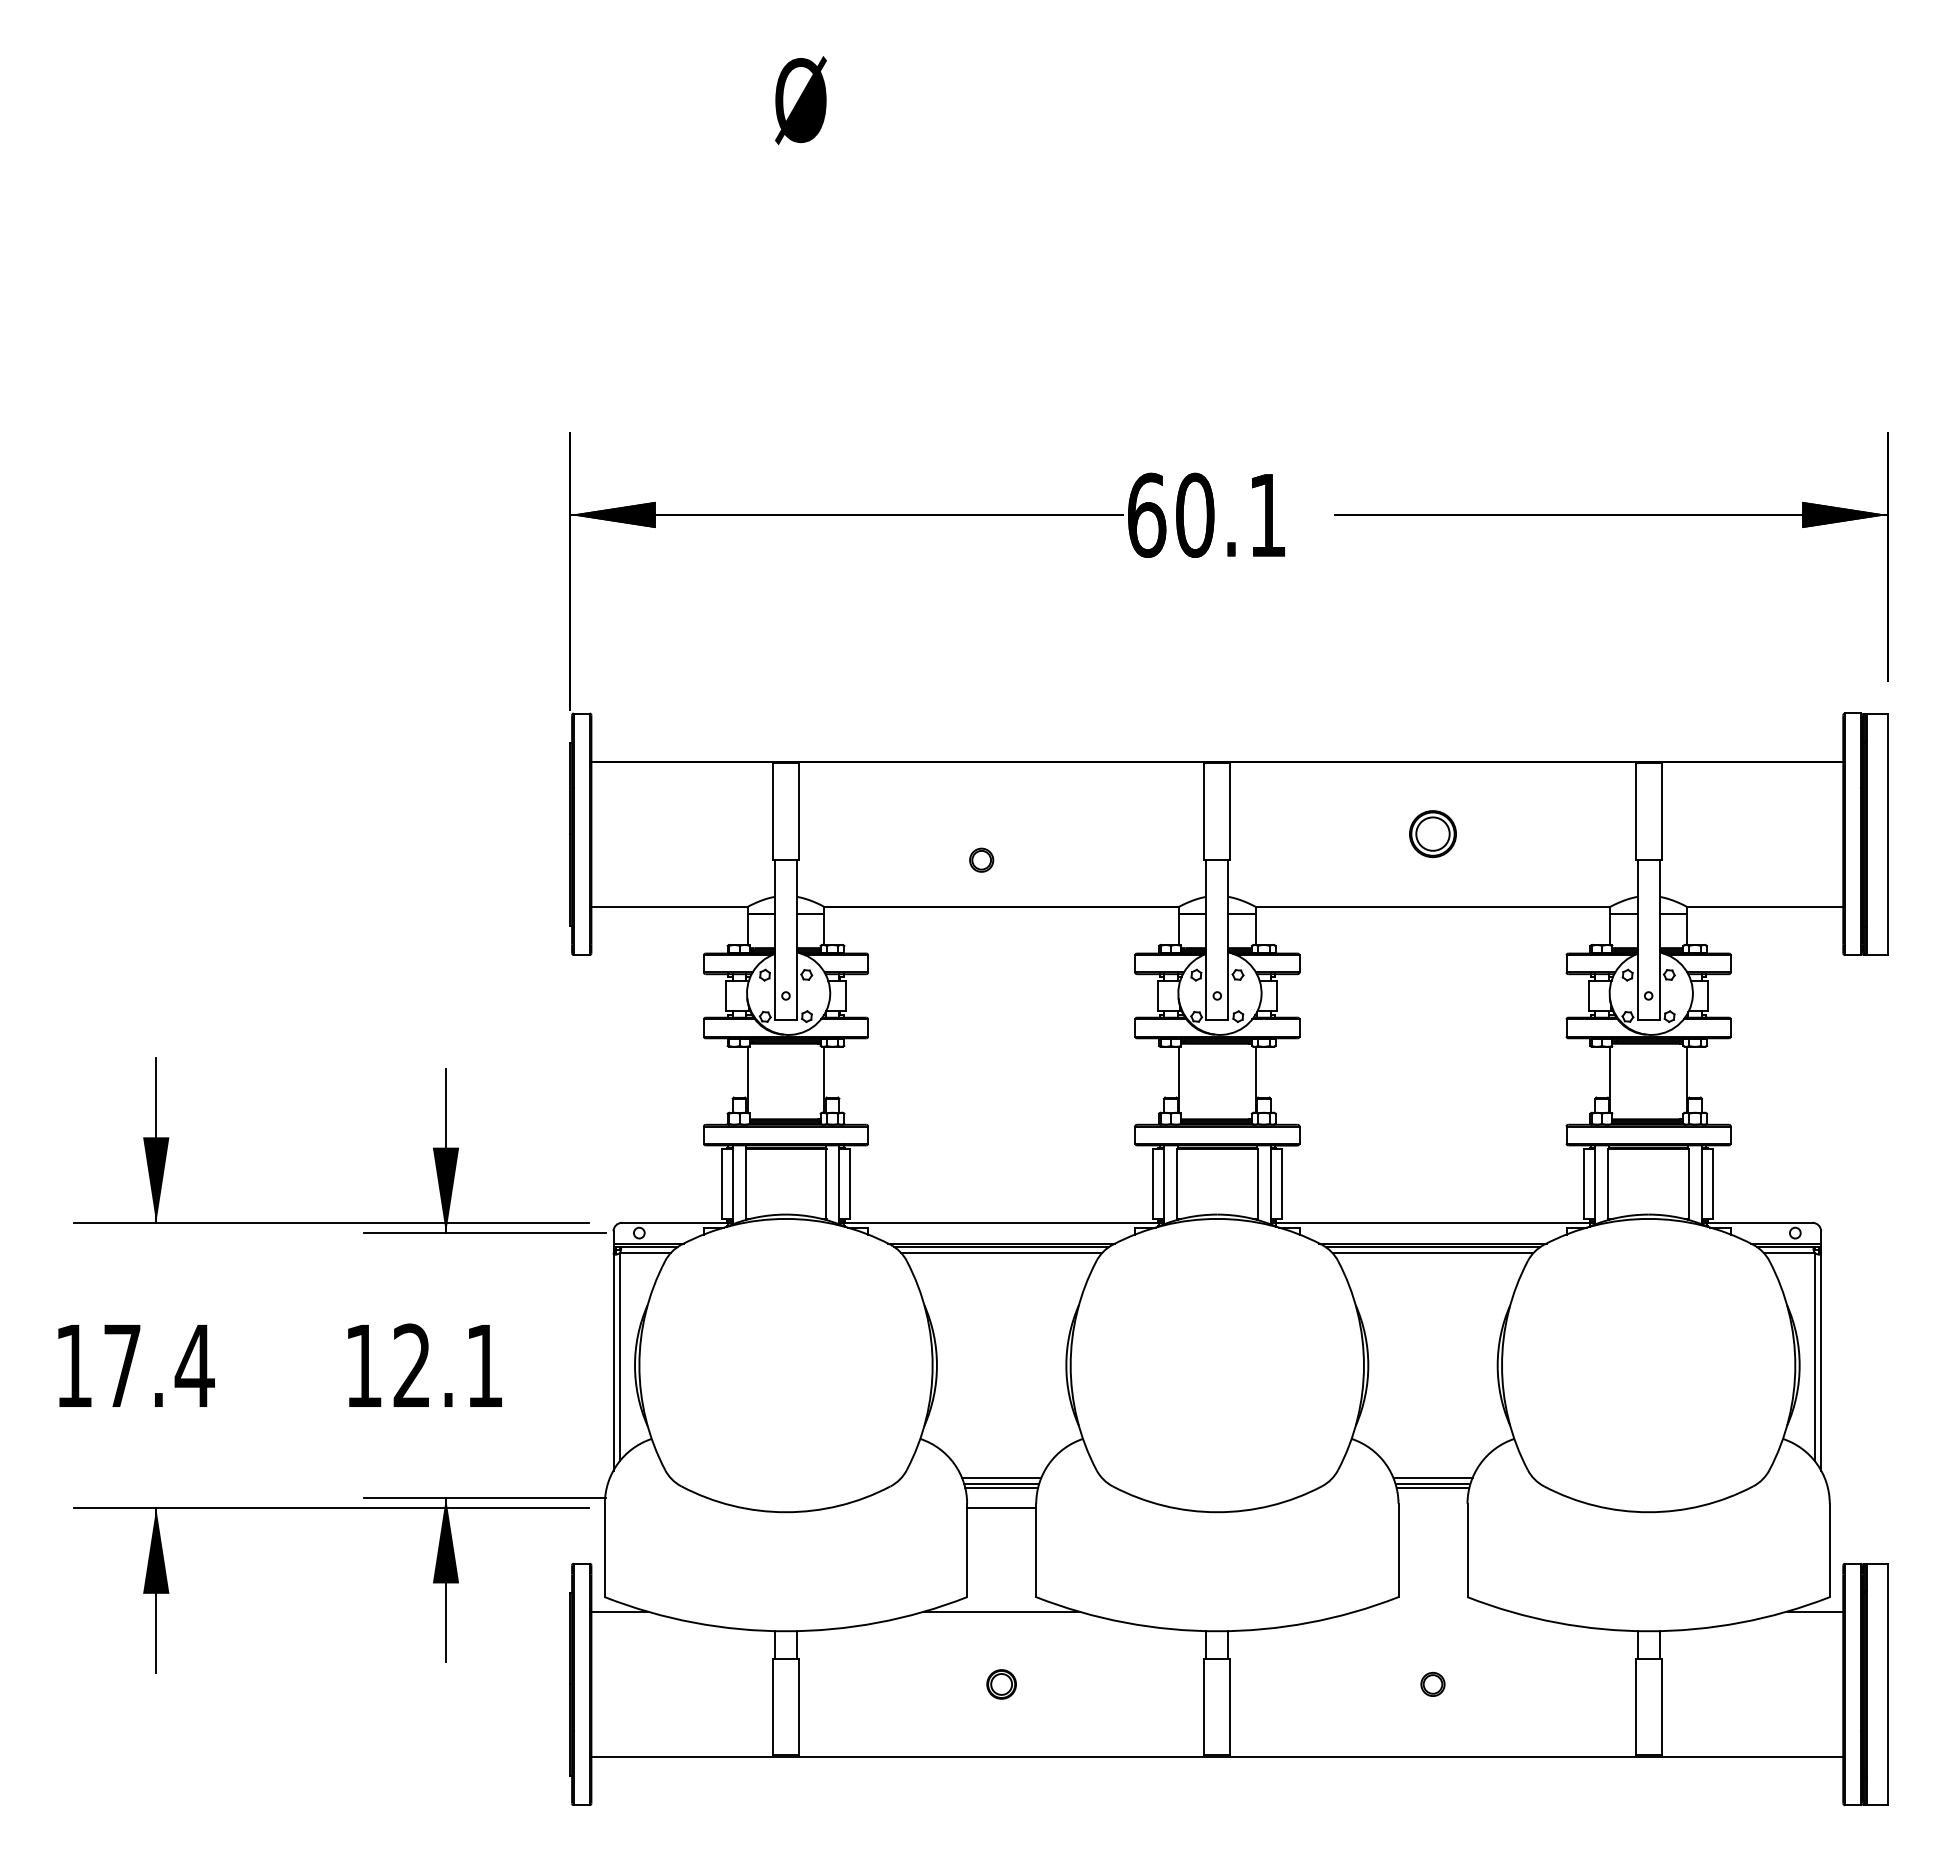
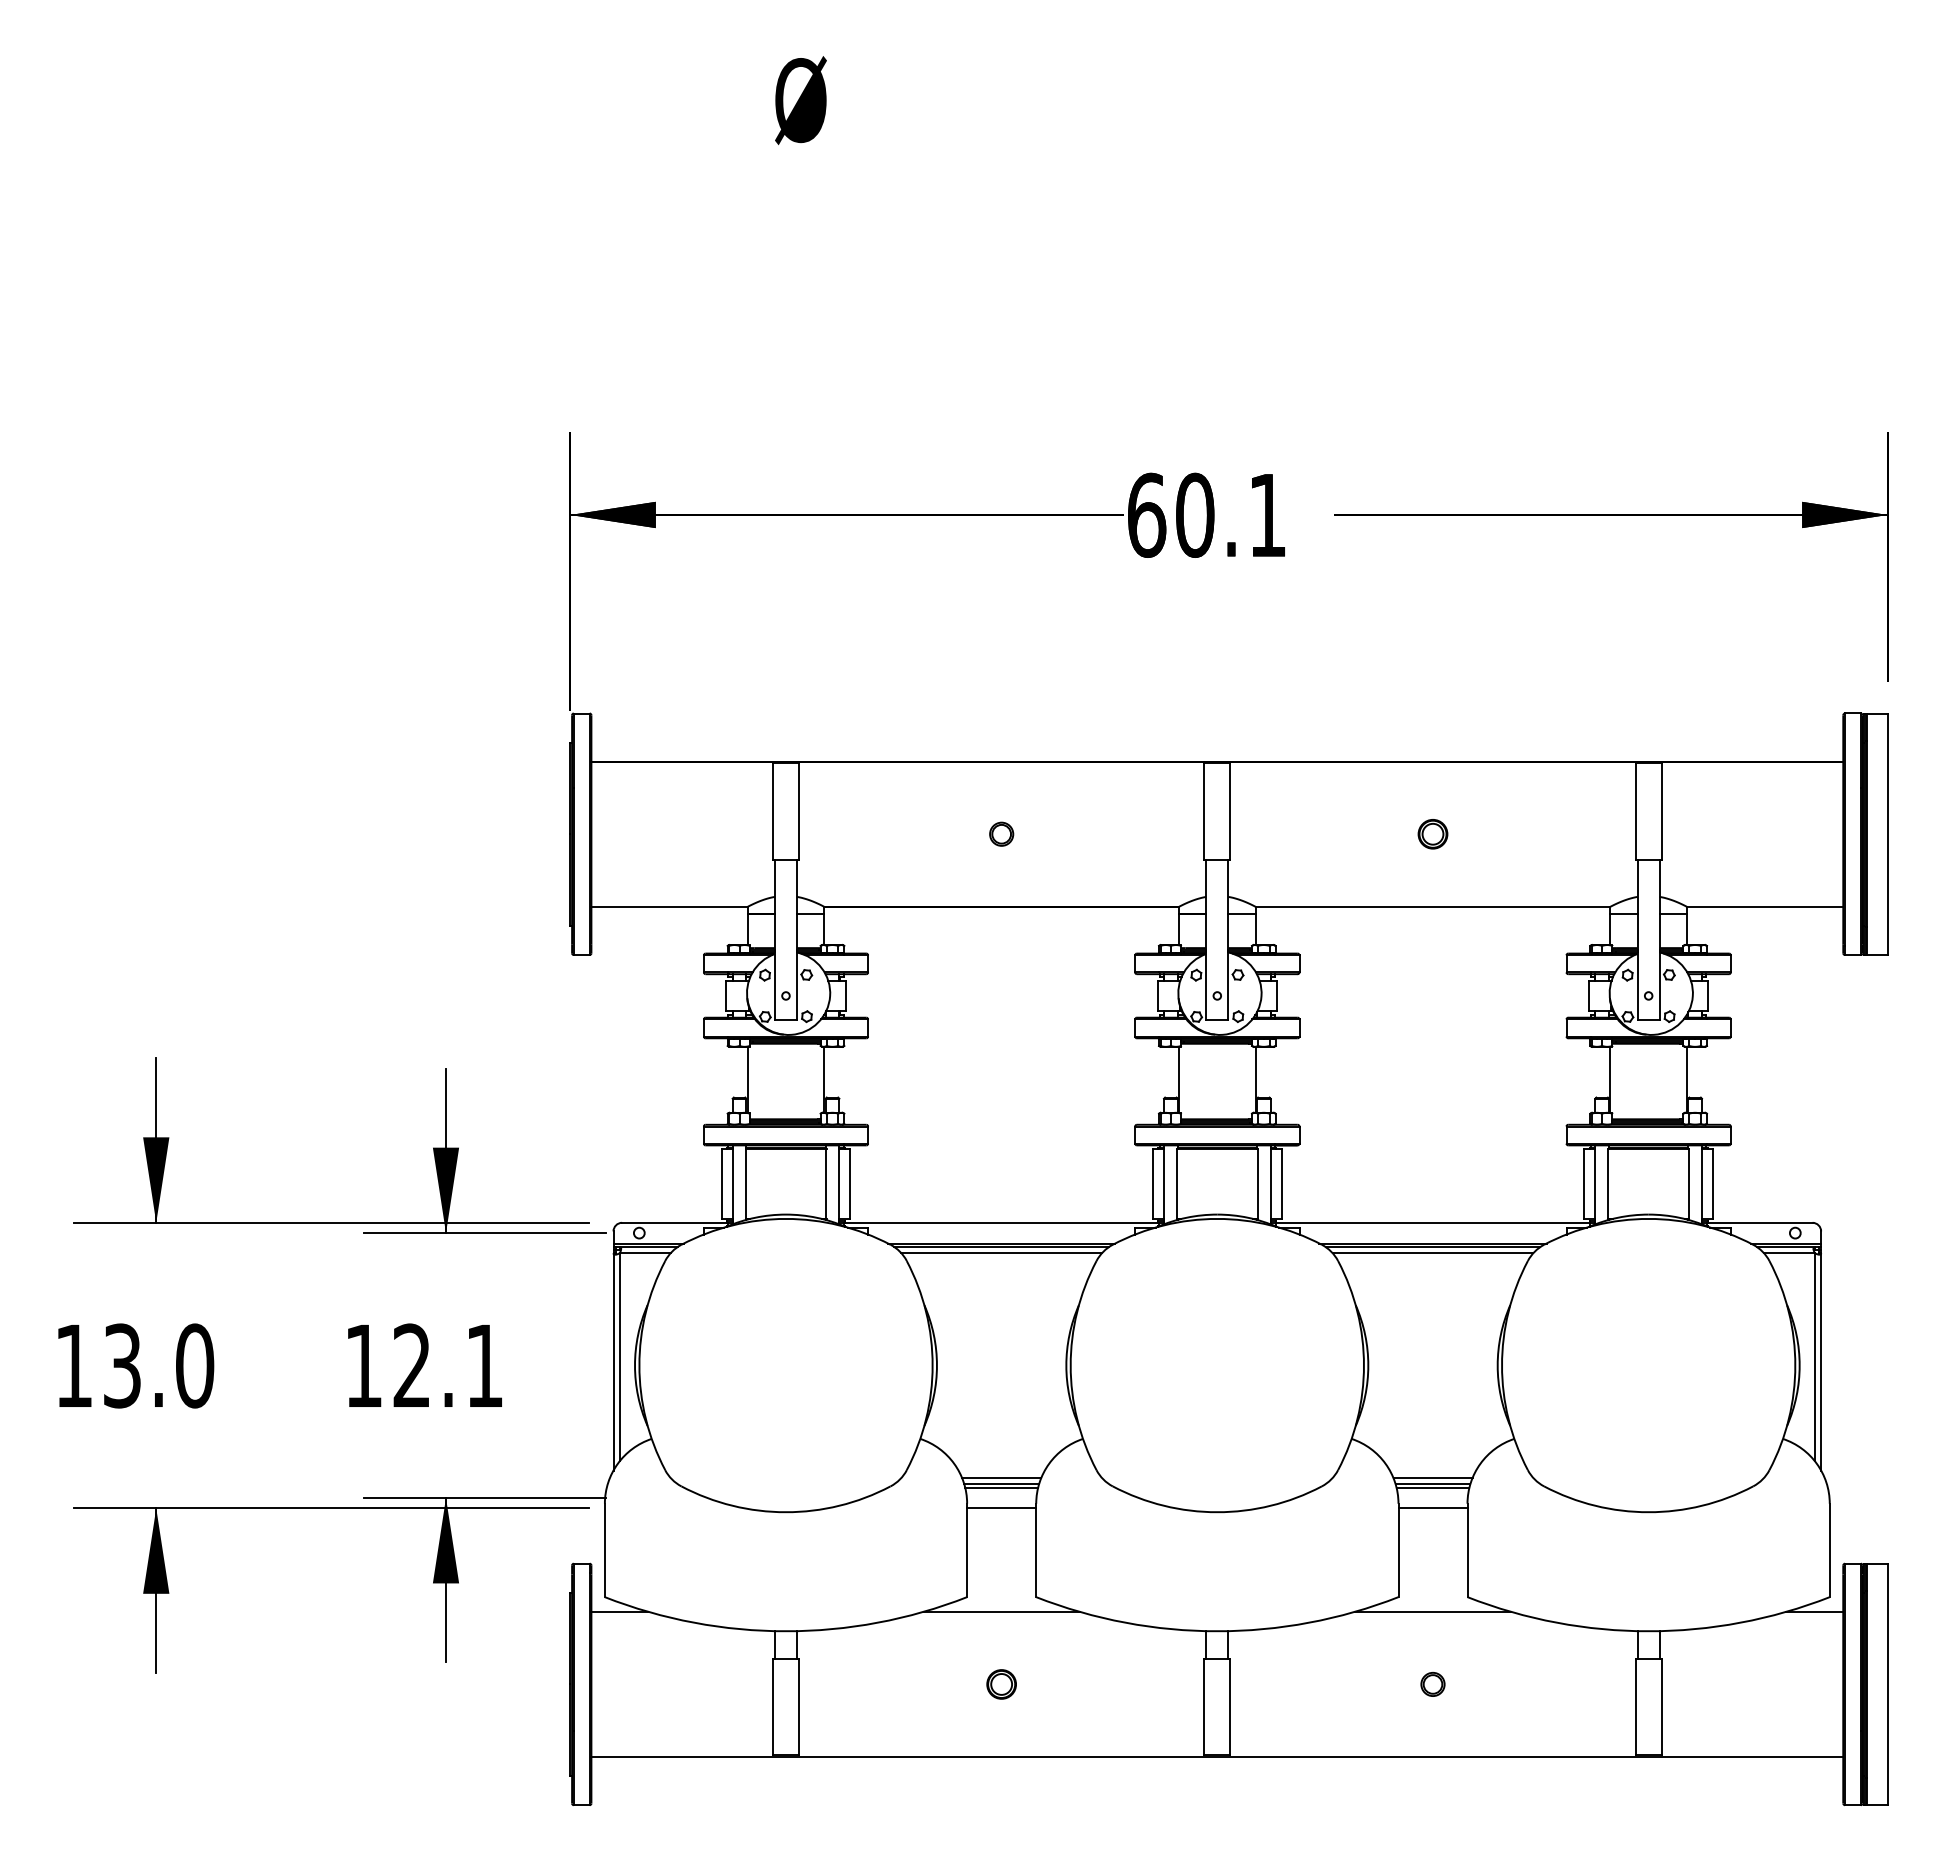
part at (1432, 834) size: 48x49 px -> 32x31 px
part at (981, 859) position: (981, 859) -> (1001, 833)
text at (159, 1365): 17.4 -> 13.0
line at (1432, 1508): none -> present
line at (1432, 1611): none -> present
